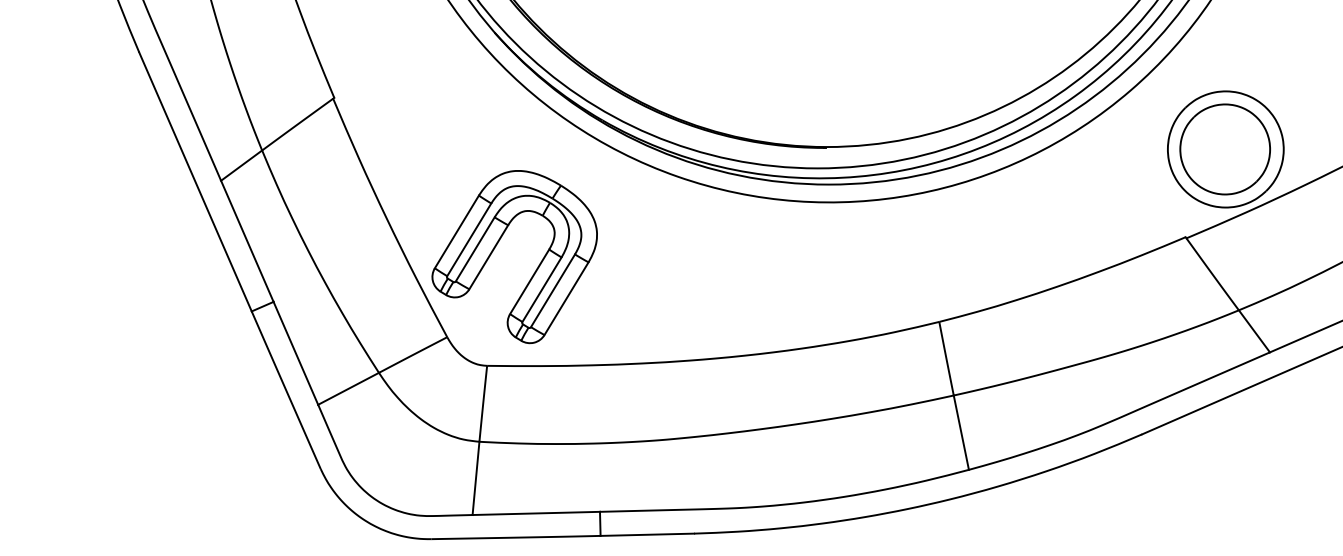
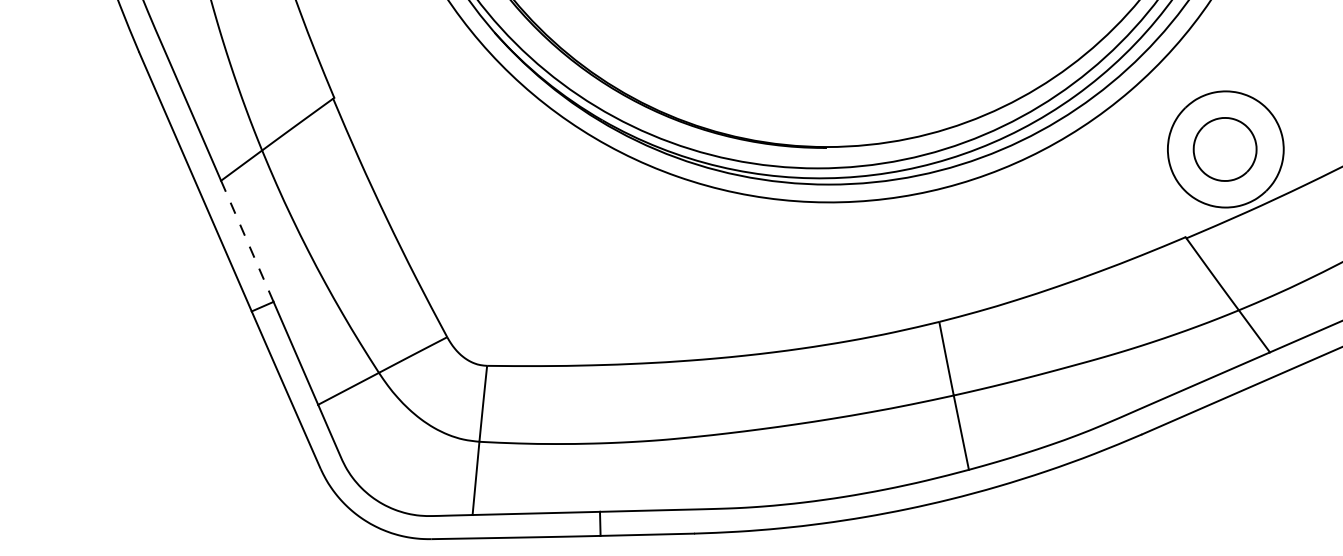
part at (1224, 149) size: 92x93 px -> 66x65 px
line at (247, 241): solid -> dashed
part at (495, 248): present -> none
